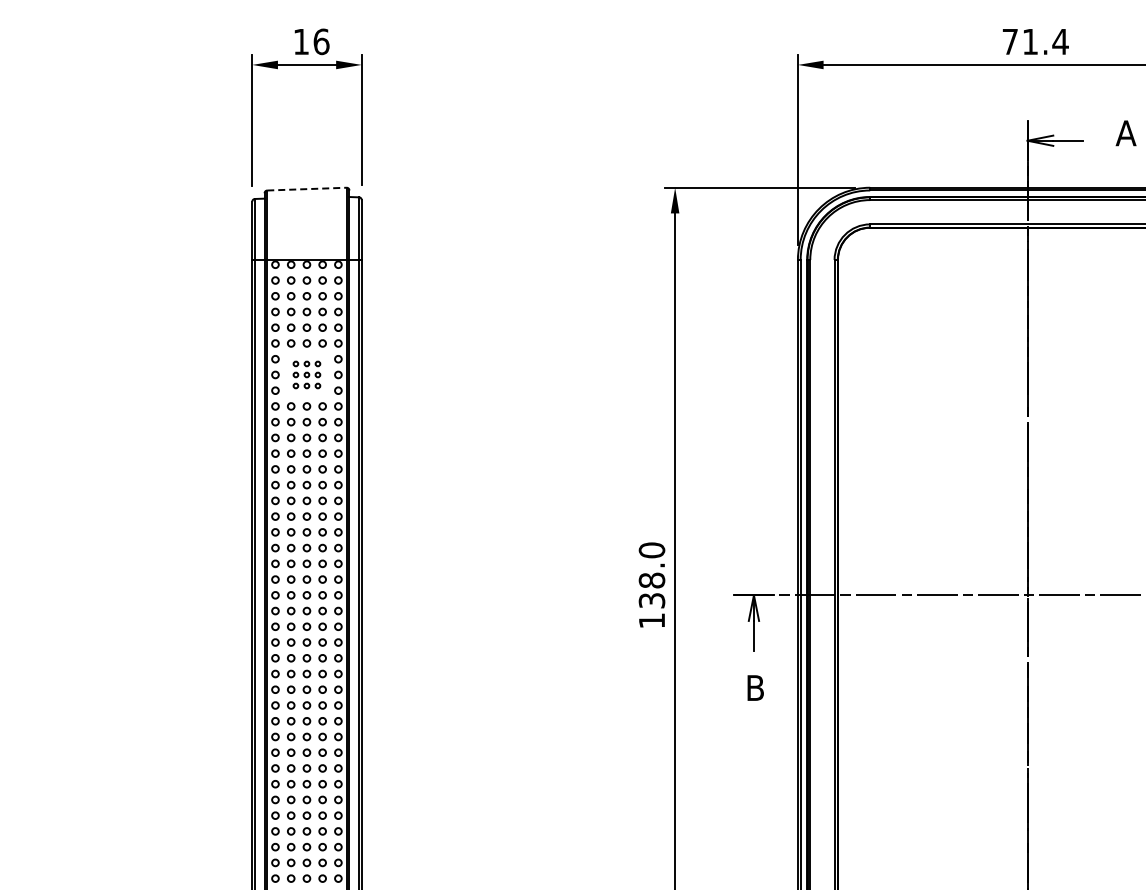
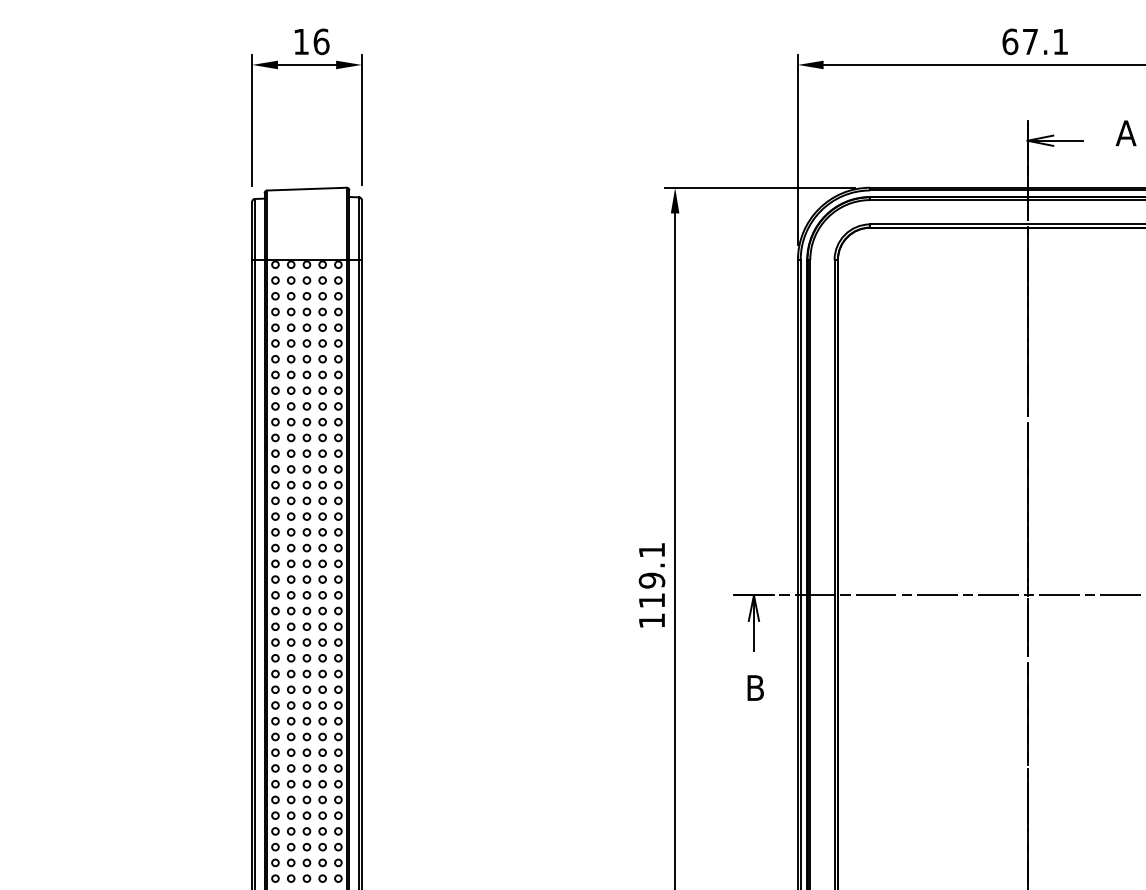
text at (1035, 41): 71.4 -> 67.1
line at (306, 189): dashed -> solid
part at (306, 374) size: 30x30 px -> 40x40 px
text at (651, 575): 138.0 -> 119.1
